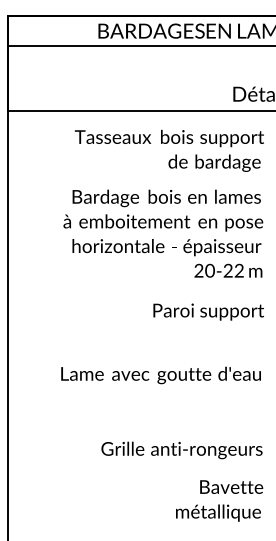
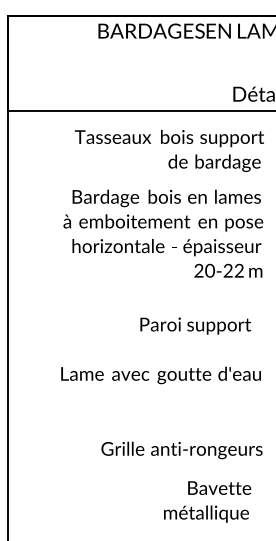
line at (140, 46): present -> none
text at (208, 311) position: (208, 311) -> (195, 325)
text at (219, 500) position: (219, 500) -> (207, 501)
